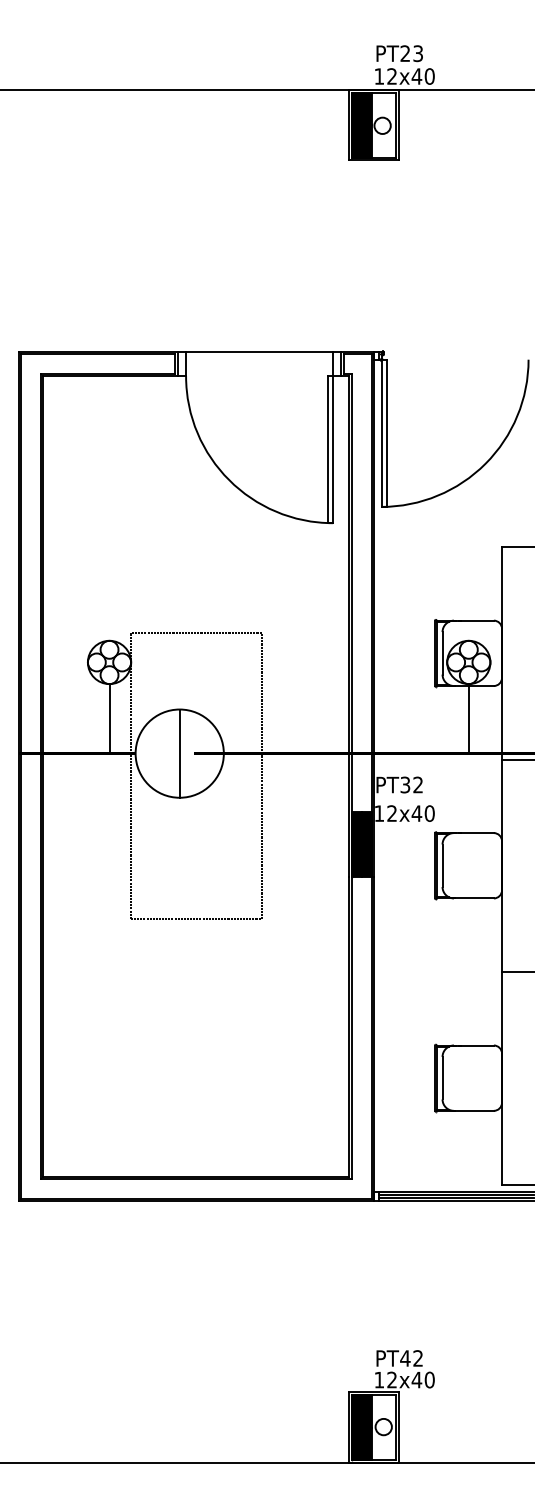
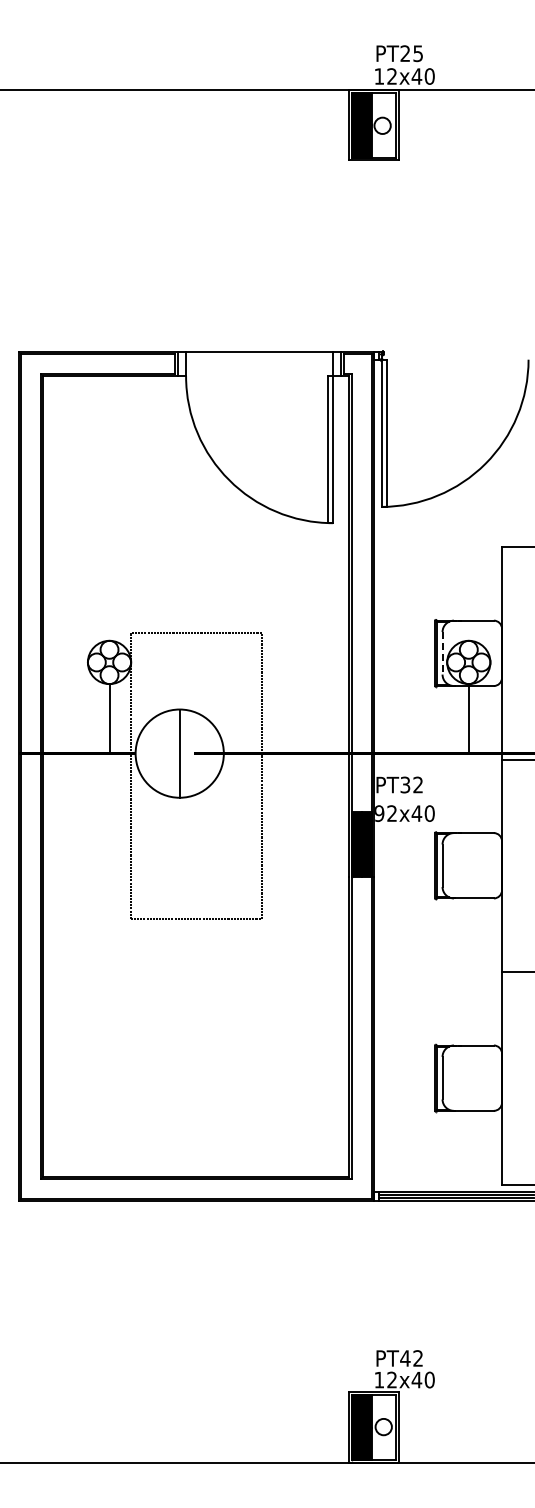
text at (417, 53): PT23 -> PT25
line at (442, 653): solid -> dashed
text at (379, 813): 12x40 -> 92x40
